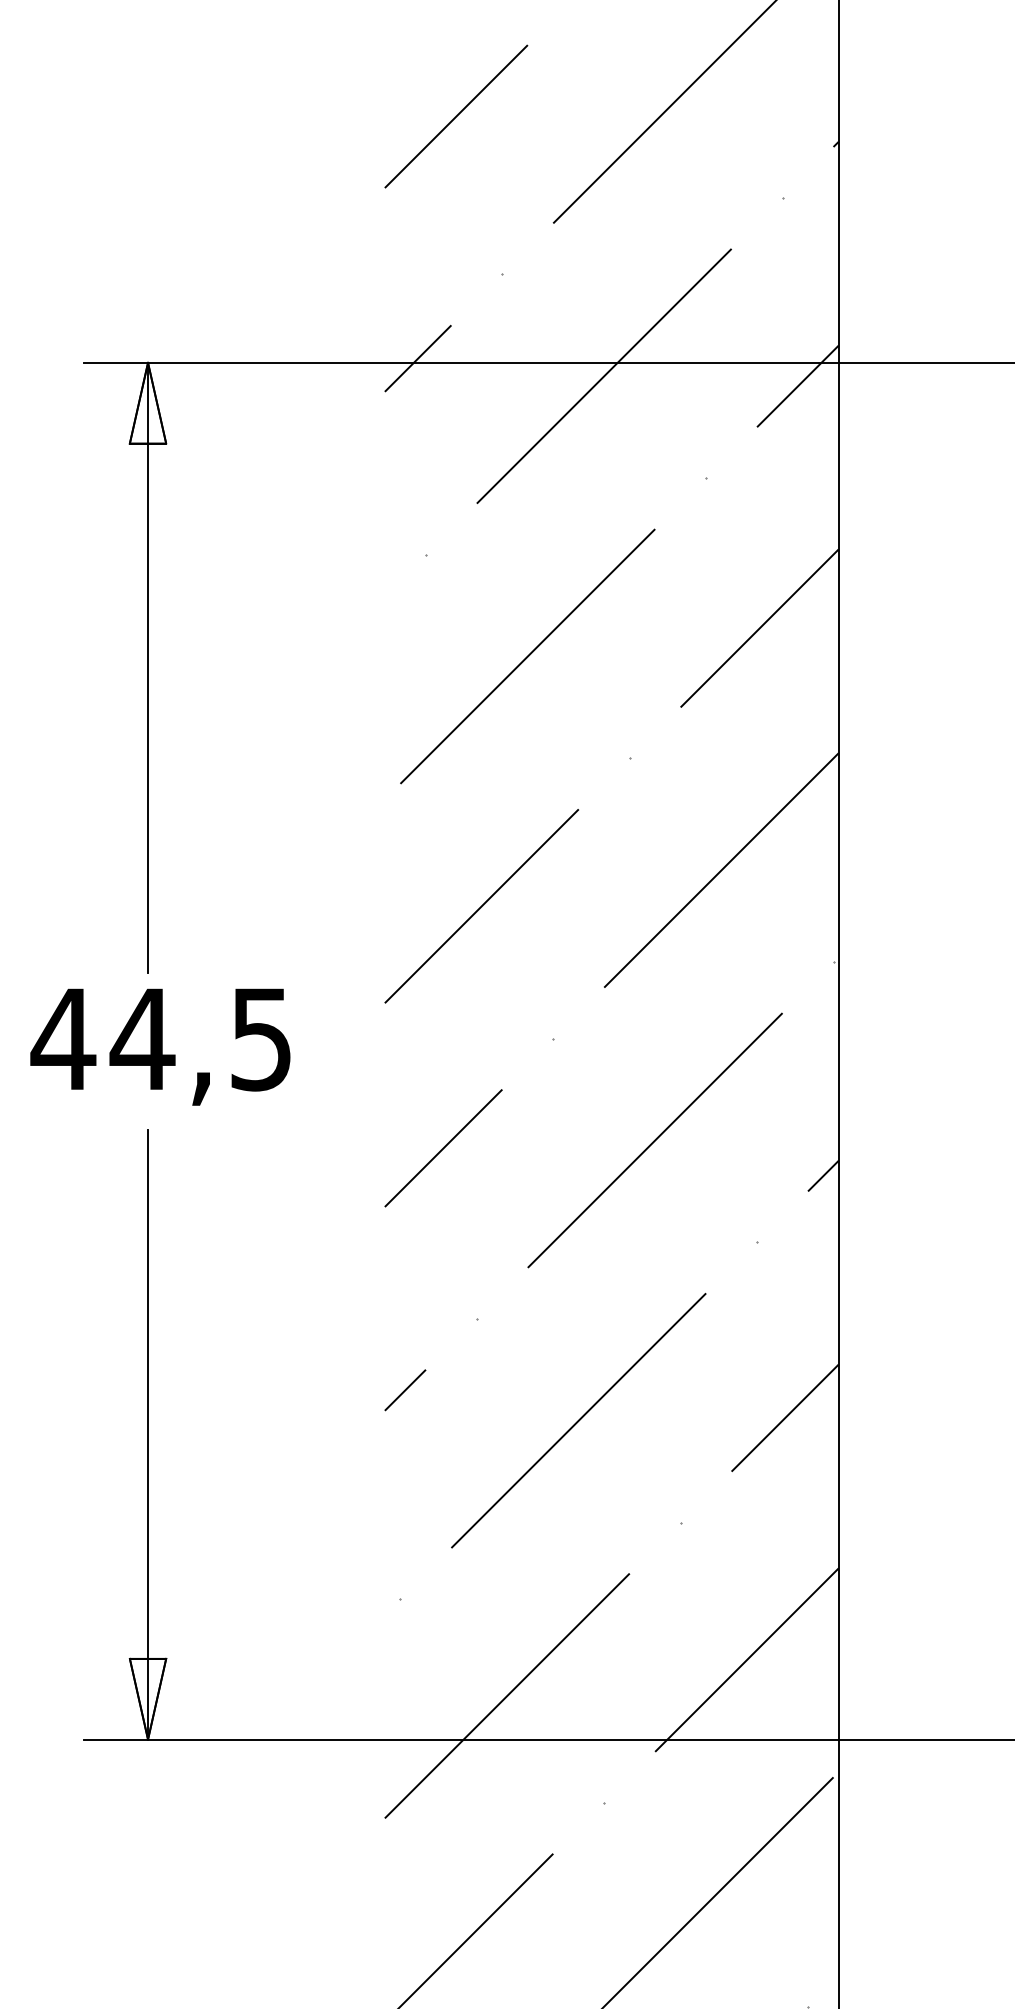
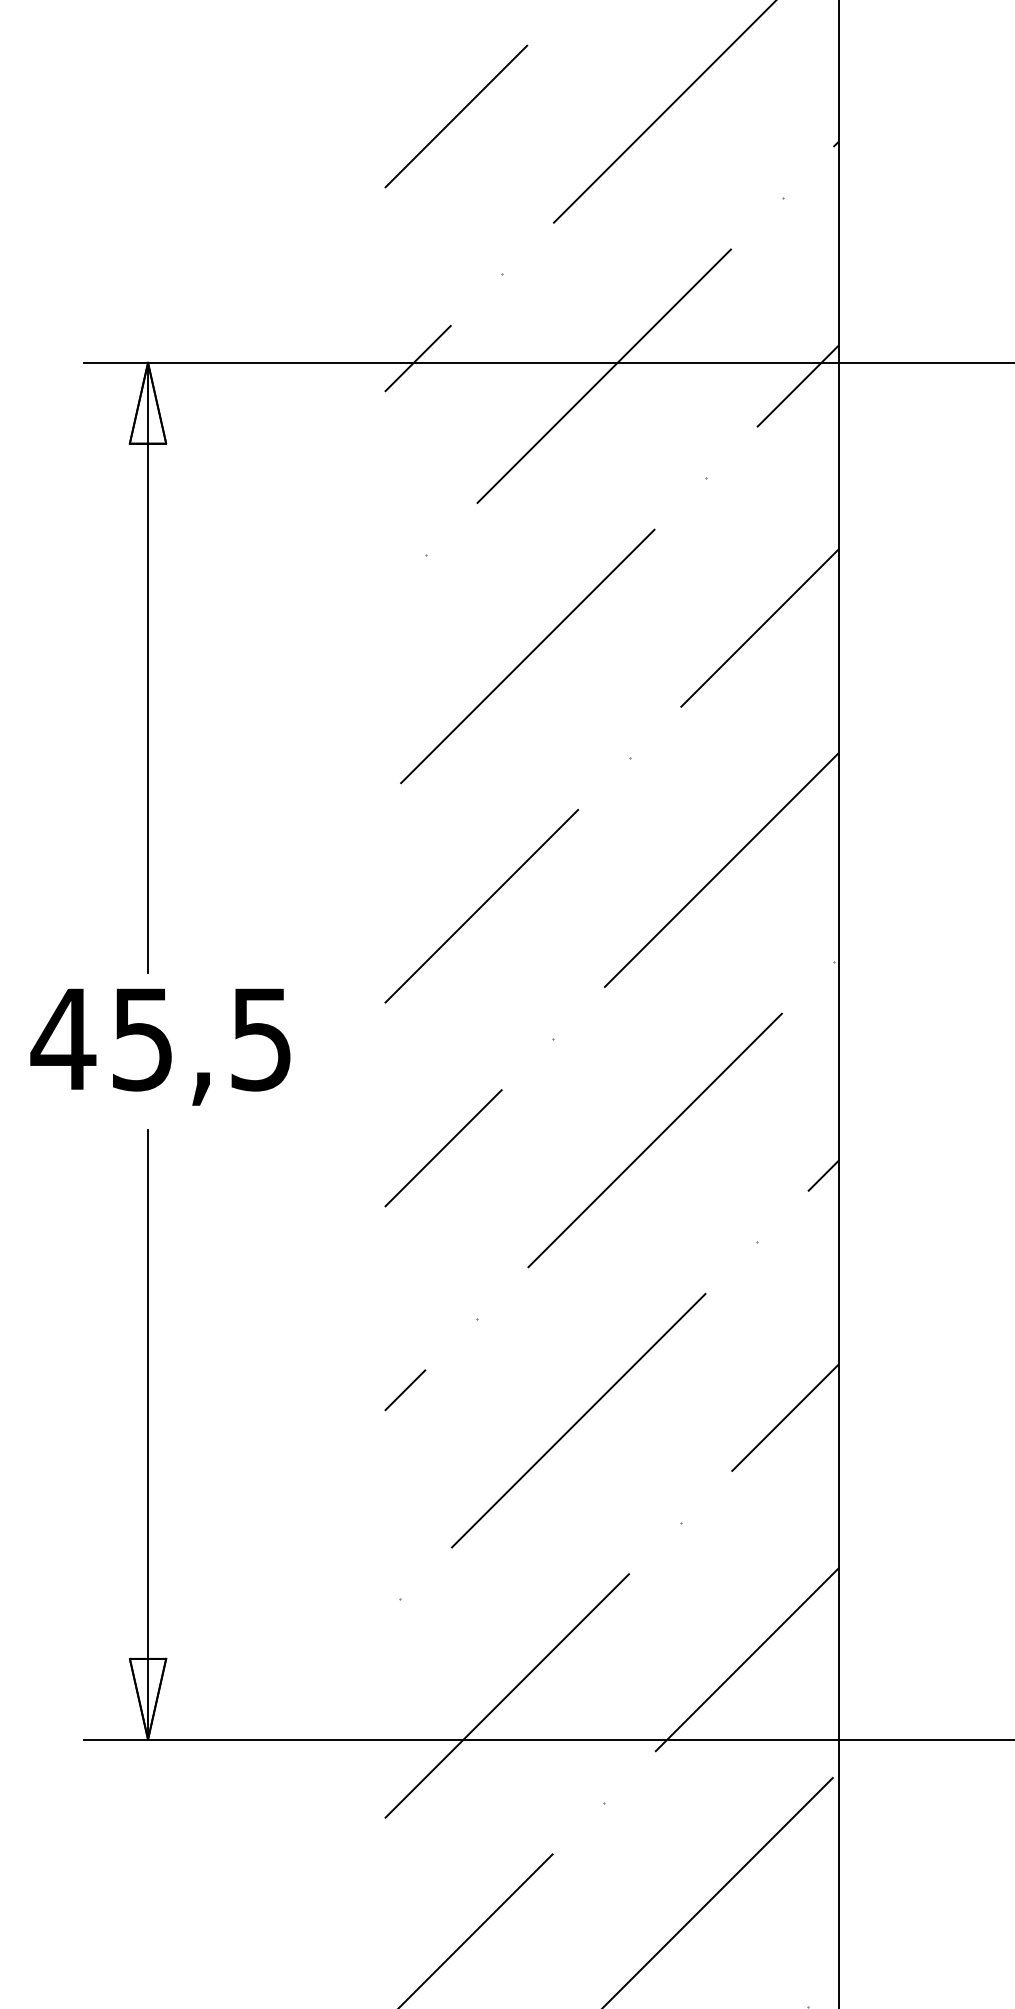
text at (142, 1039): 44,5 -> 45,5
